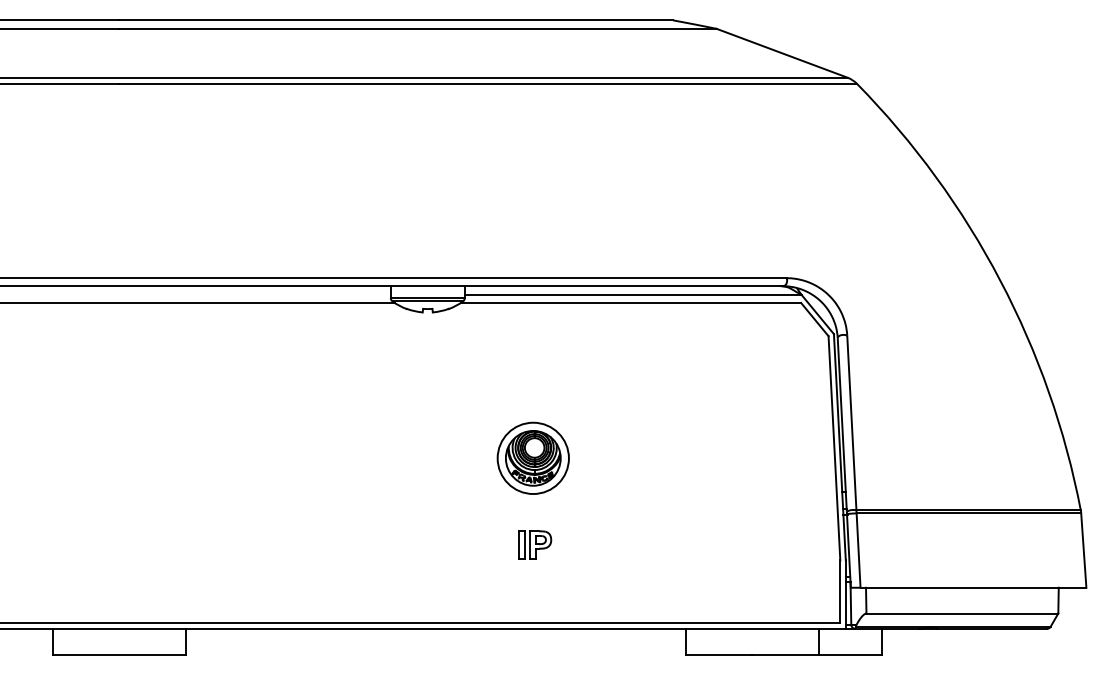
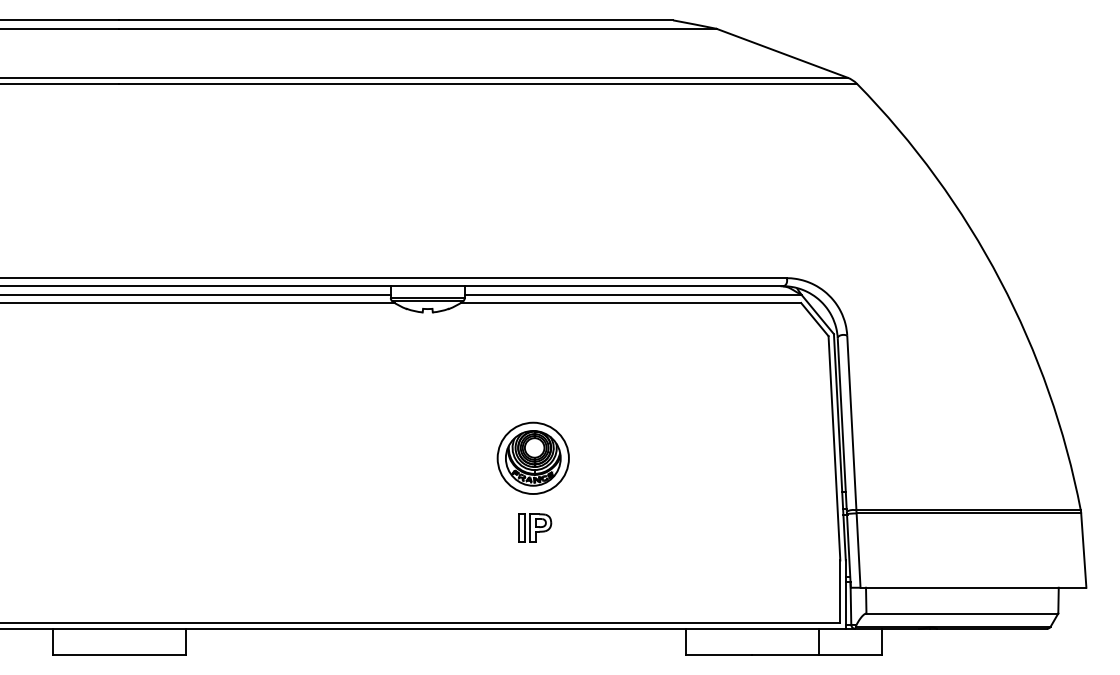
line at (196, 294): none -> present
part at (535, 544) position: (535, 544) -> (535, 527)
